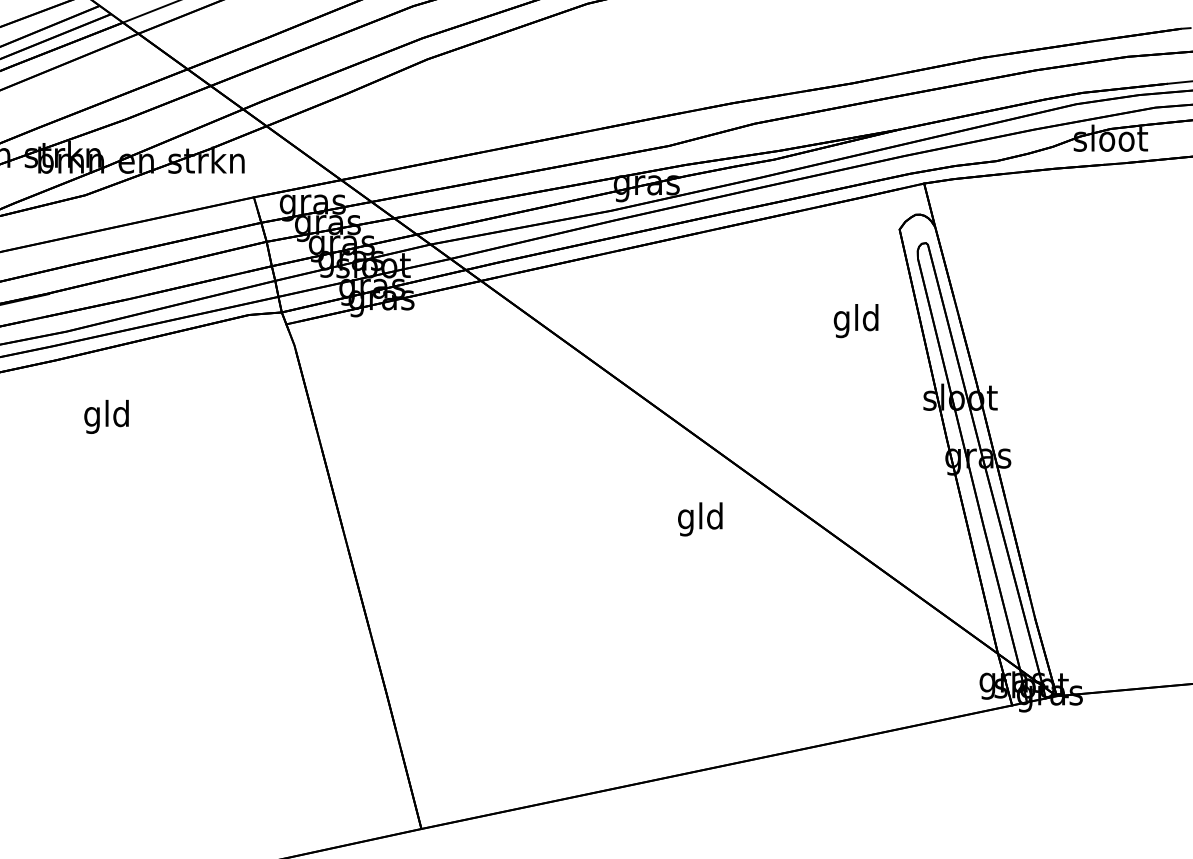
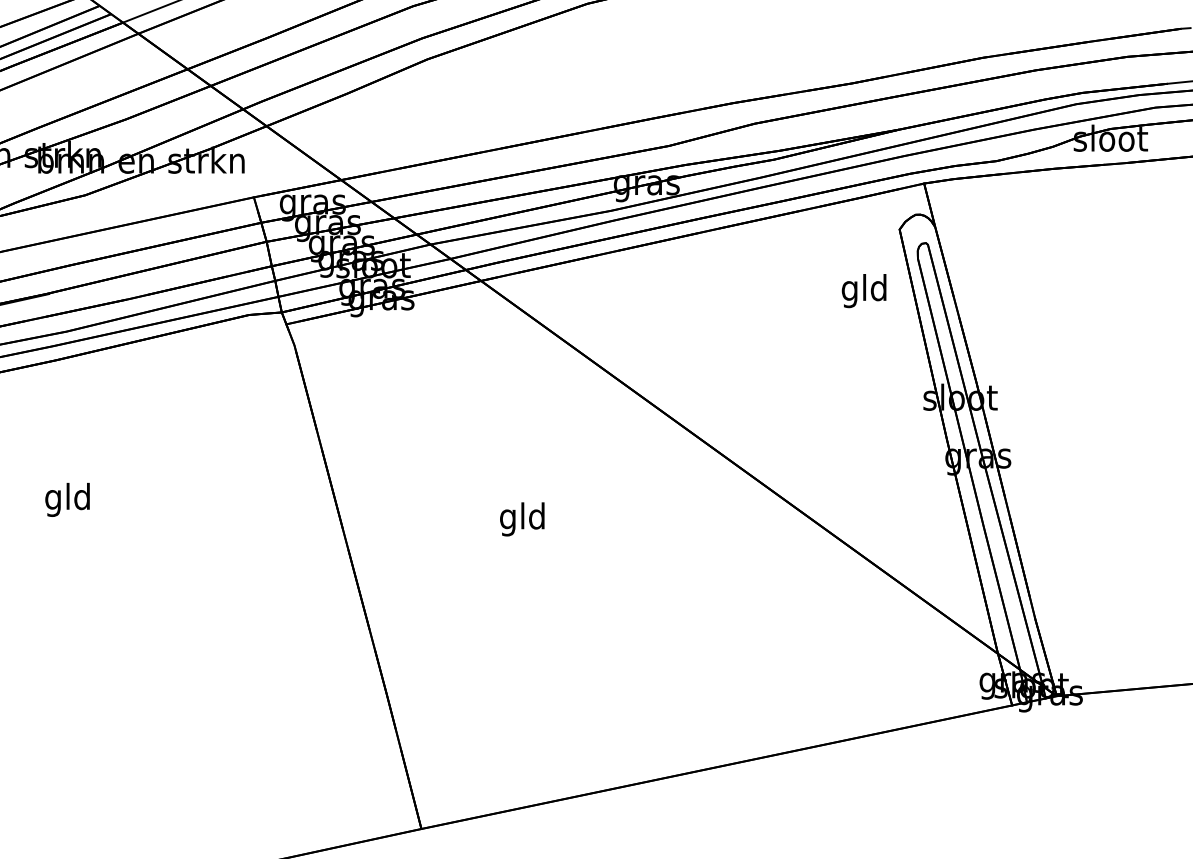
text at (855, 321) position: (855, 321) -> (863, 291)
text at (106, 416) position: (106, 416) -> (67, 499)
text at (700, 519) position: (700, 519) -> (522, 519)
